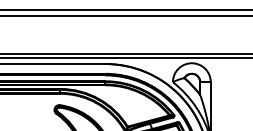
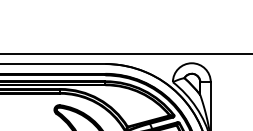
line at (125, 9): present -> none
line at (125, 16): present -> none
line at (125, 57): present -> none
